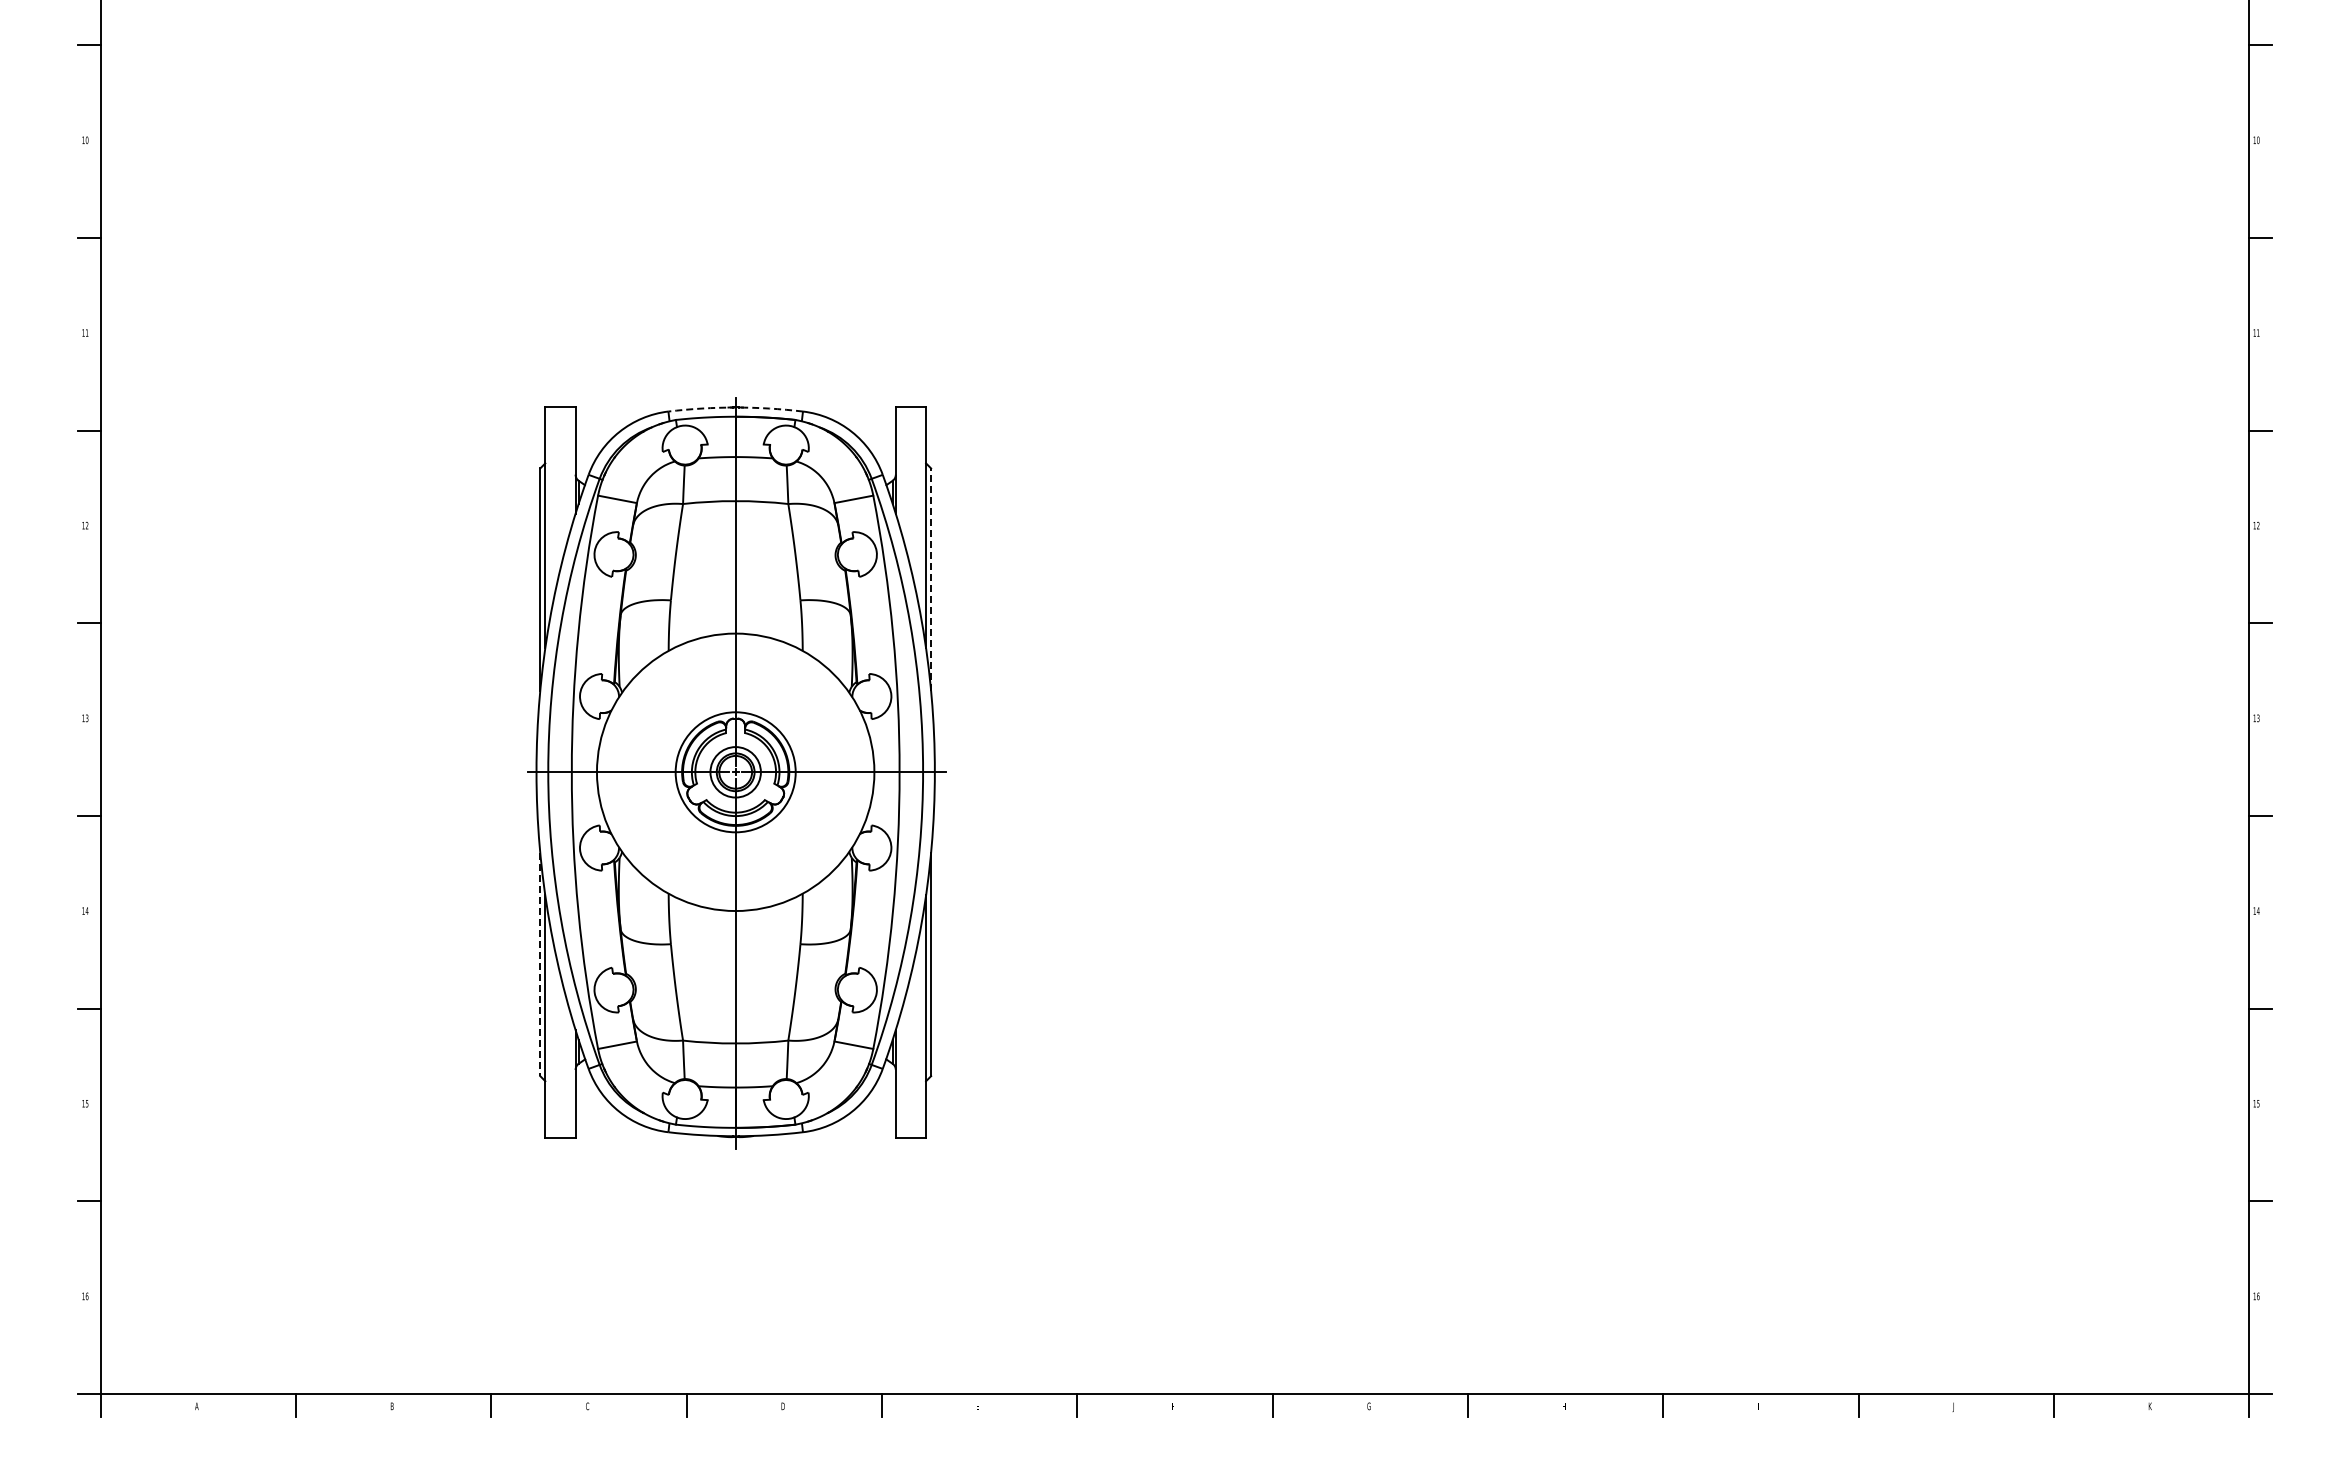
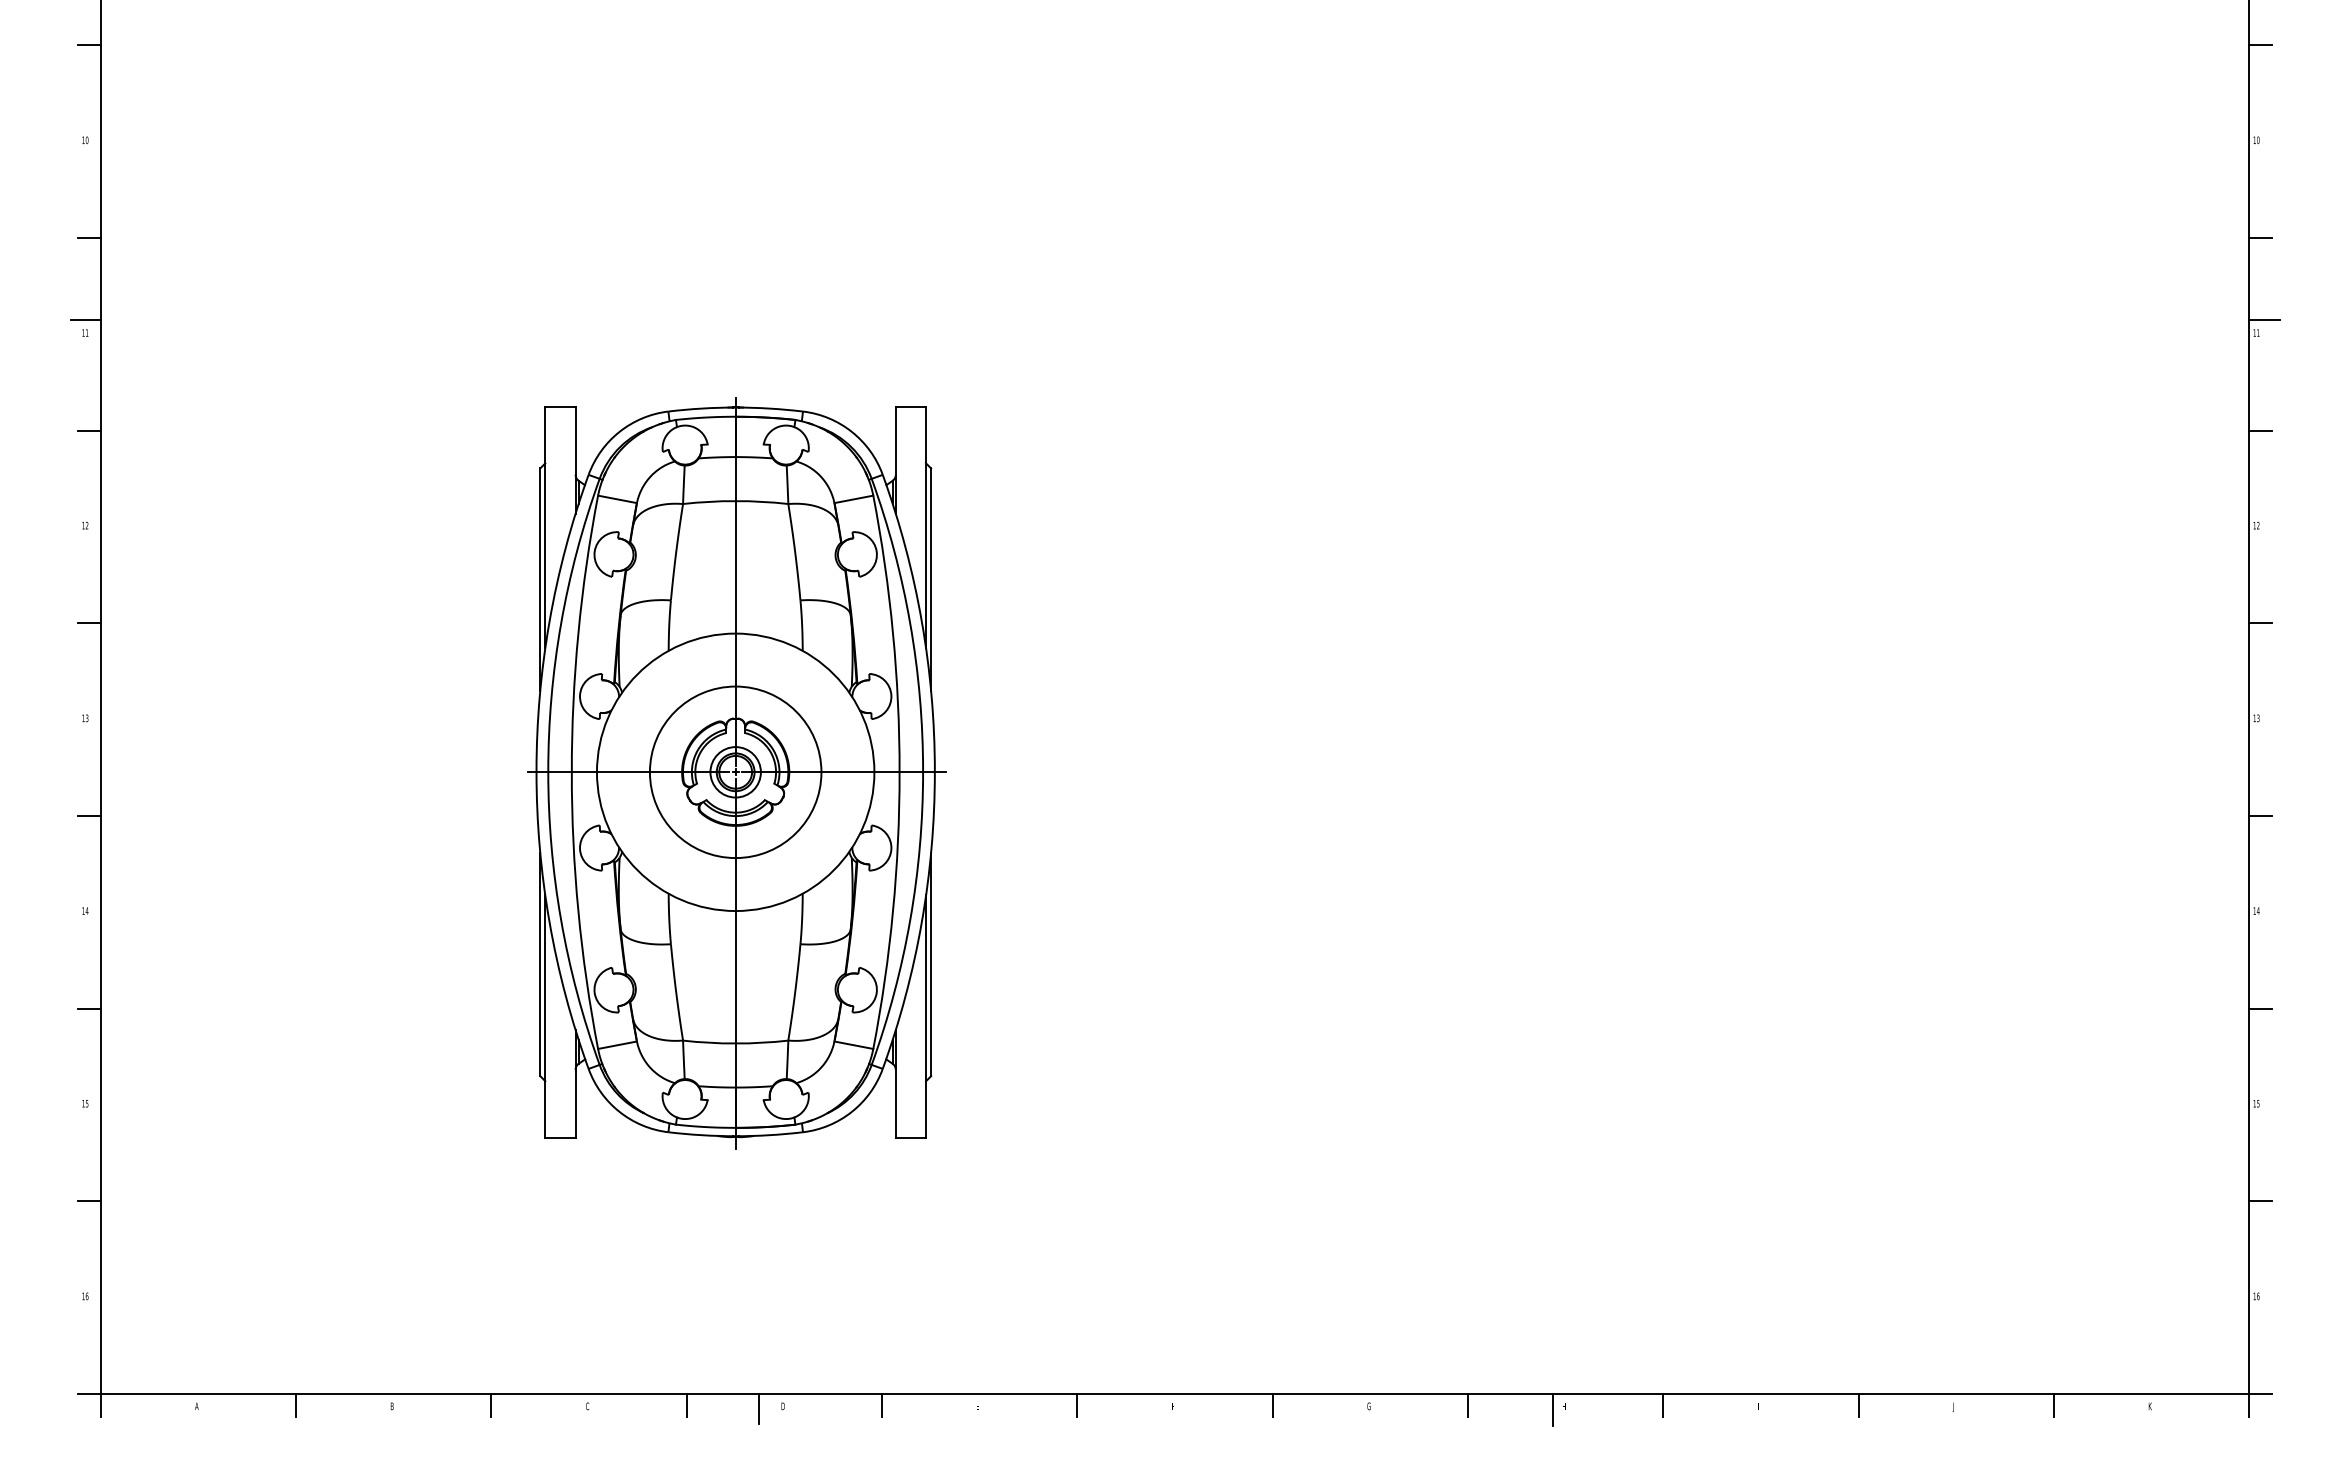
line at (85, 319): none -> present
line at (2264, 319): none -> present
arc at (735, 407): dashed -> solid
line at (931, 579): dashed -> solid
circle at (735, 772) diameter: 120 px -> 172 px
line at (540, 964): dashed -> solid
line at (758, 1409): none -> present
line at (1553, 1410): none -> present
